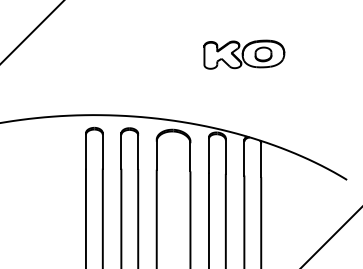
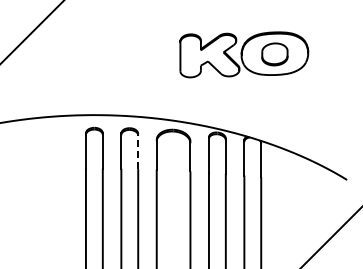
part at (244, 54) size: 83x31 px -> 131x48 px
line at (138, 151): solid -> dashed
